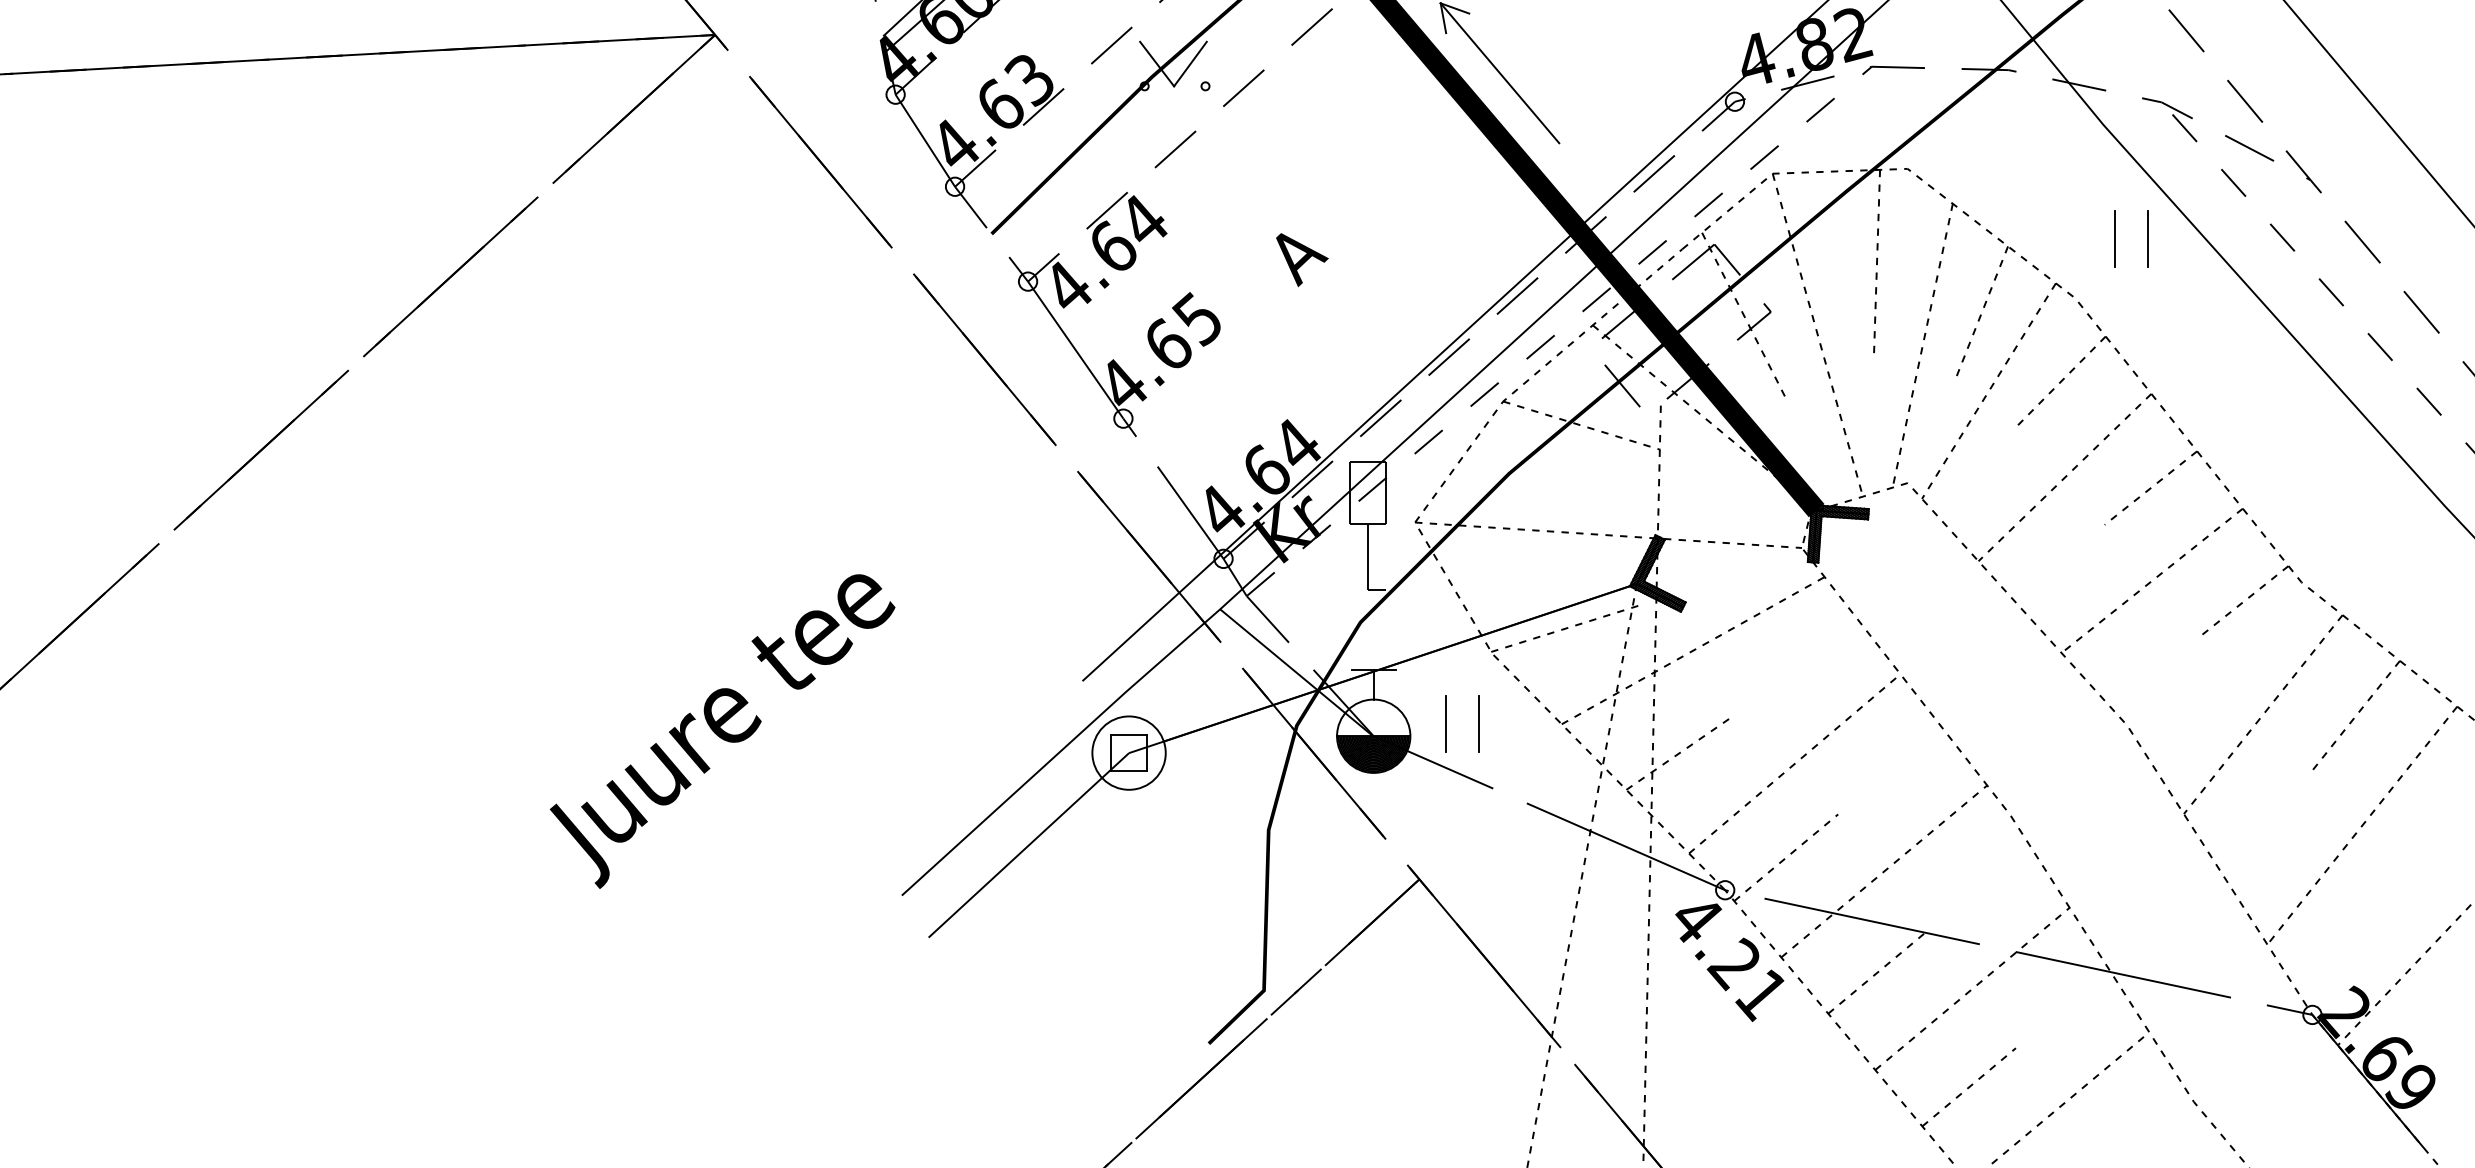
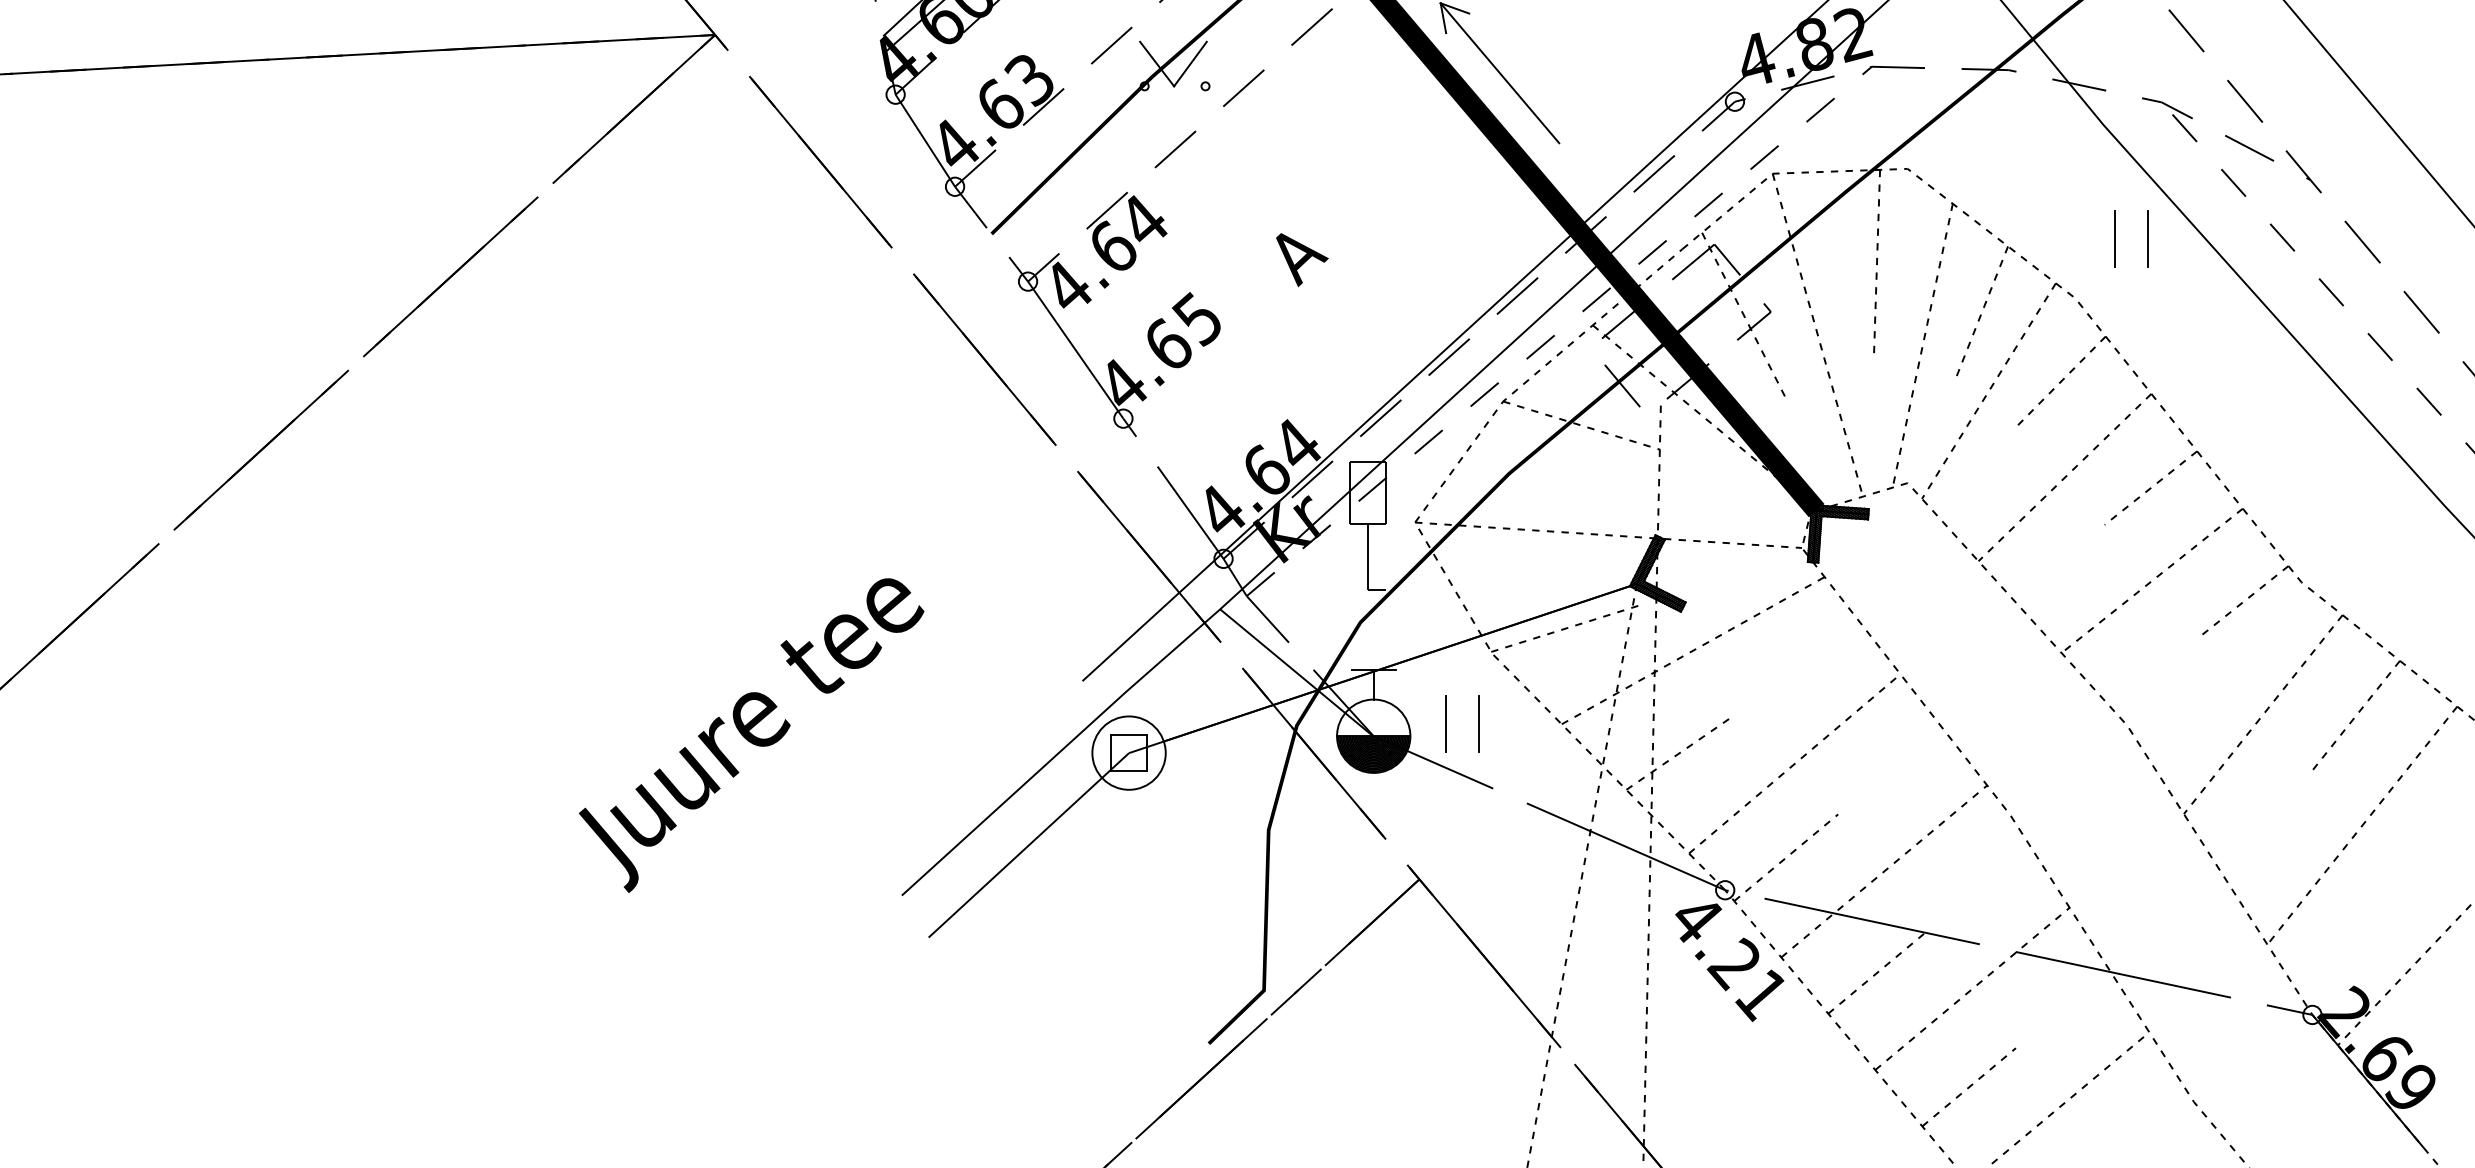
text at (722, 731) position: (722, 731) -> (751, 735)
